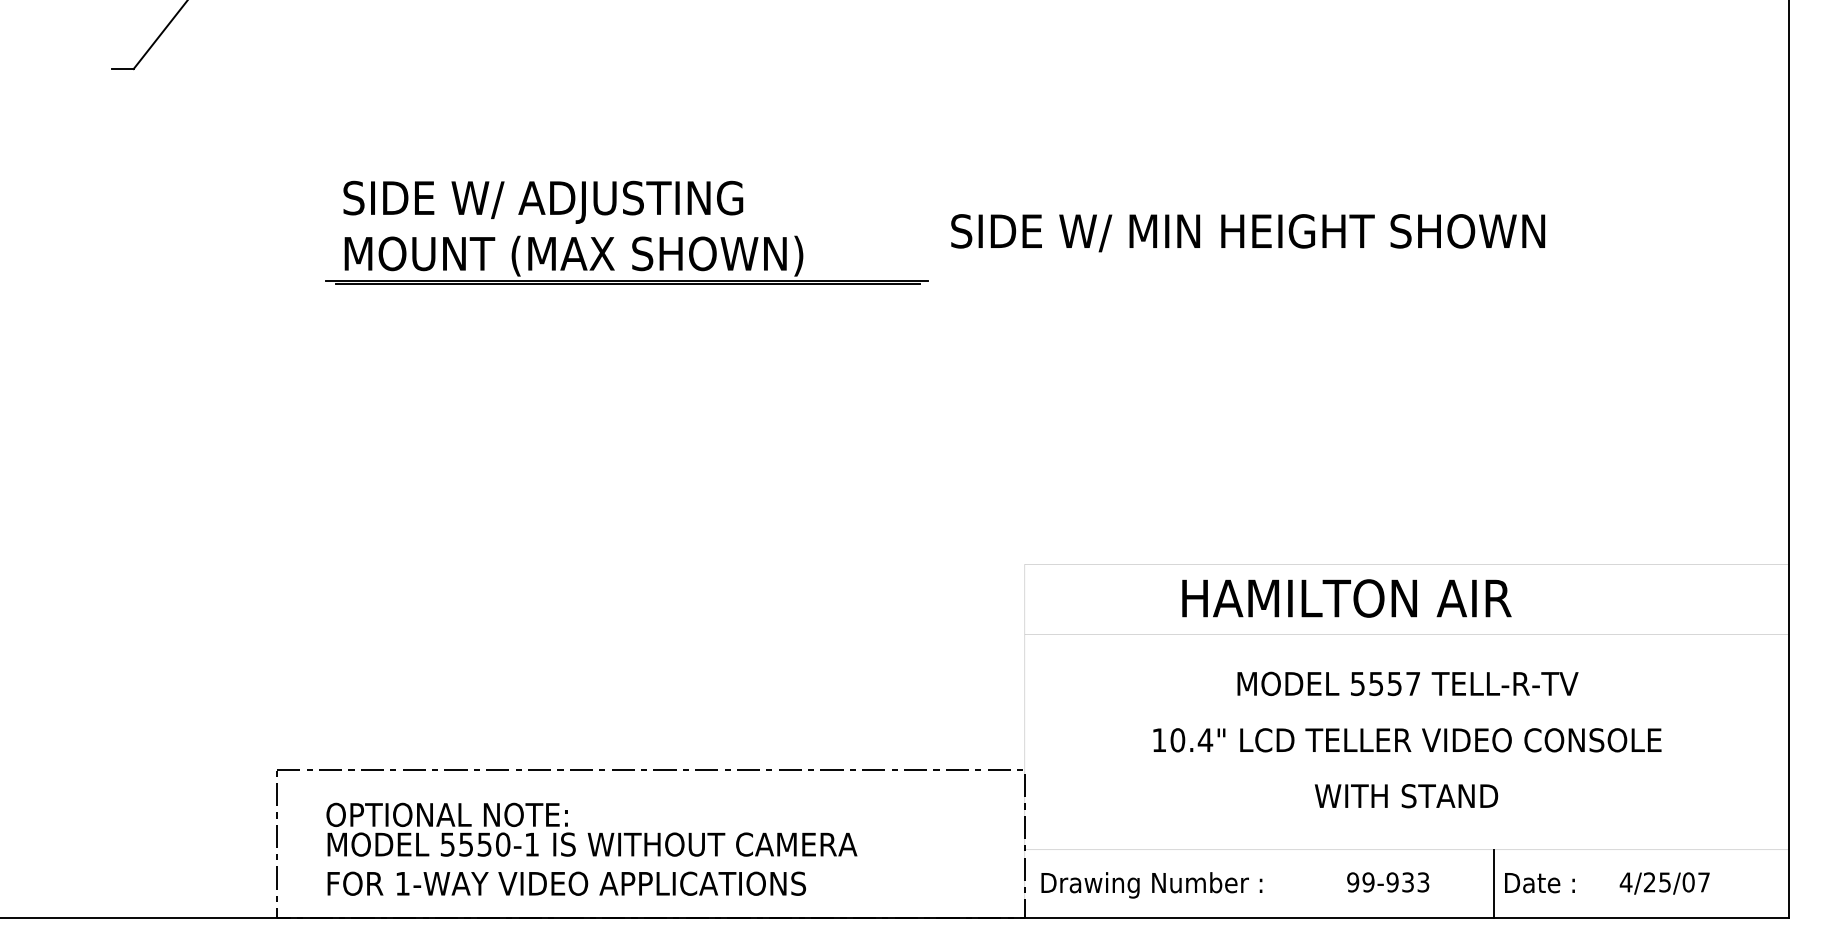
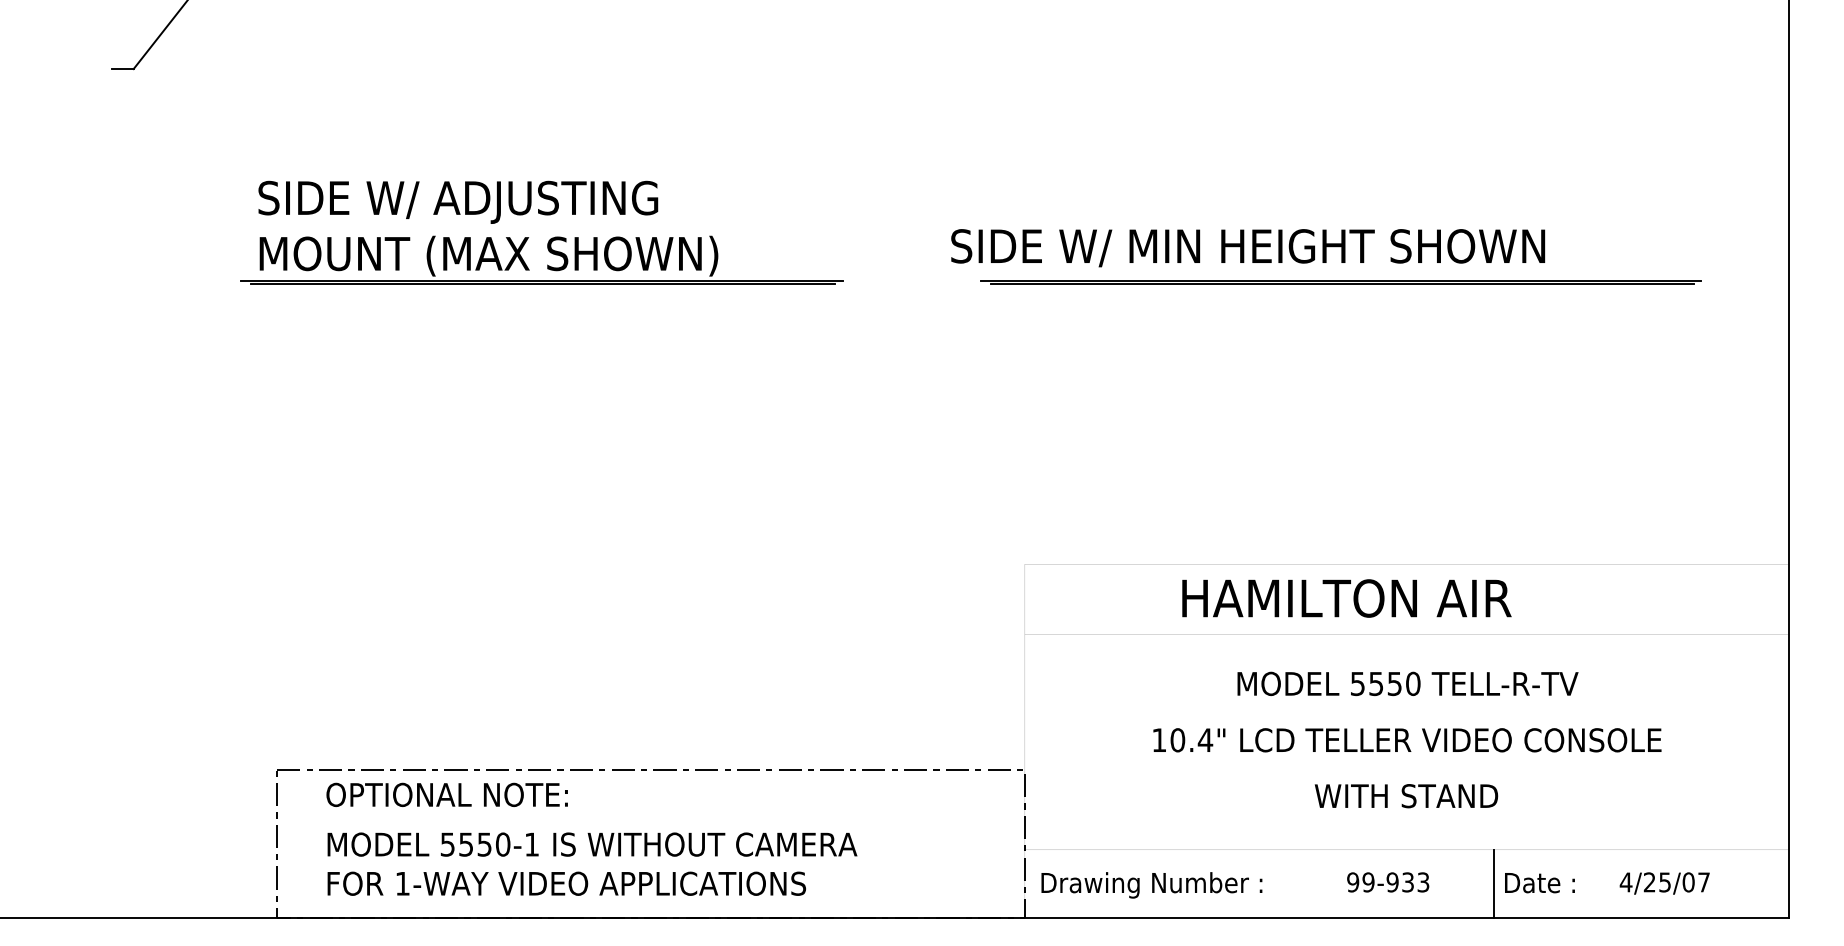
text at (1248, 233) position: (1248, 233) -> (1248, 248)
part at (634, 239) position: (634, 239) -> (549, 239)
line at (1340, 281): none -> present
text at (1413, 683): 5557 -> 5550
text at (446, 814) position: (446, 814) -> (446, 794)
